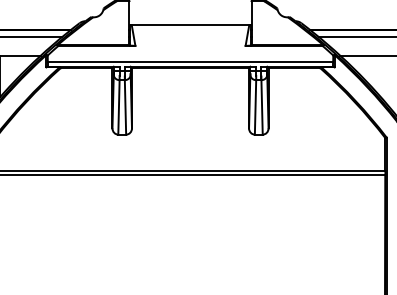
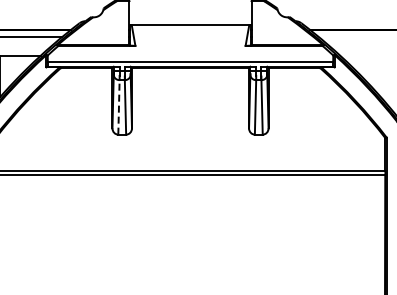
line at (356, 37): present -> none
line at (366, 55): present -> none
line at (118, 106): solid -> dashed
